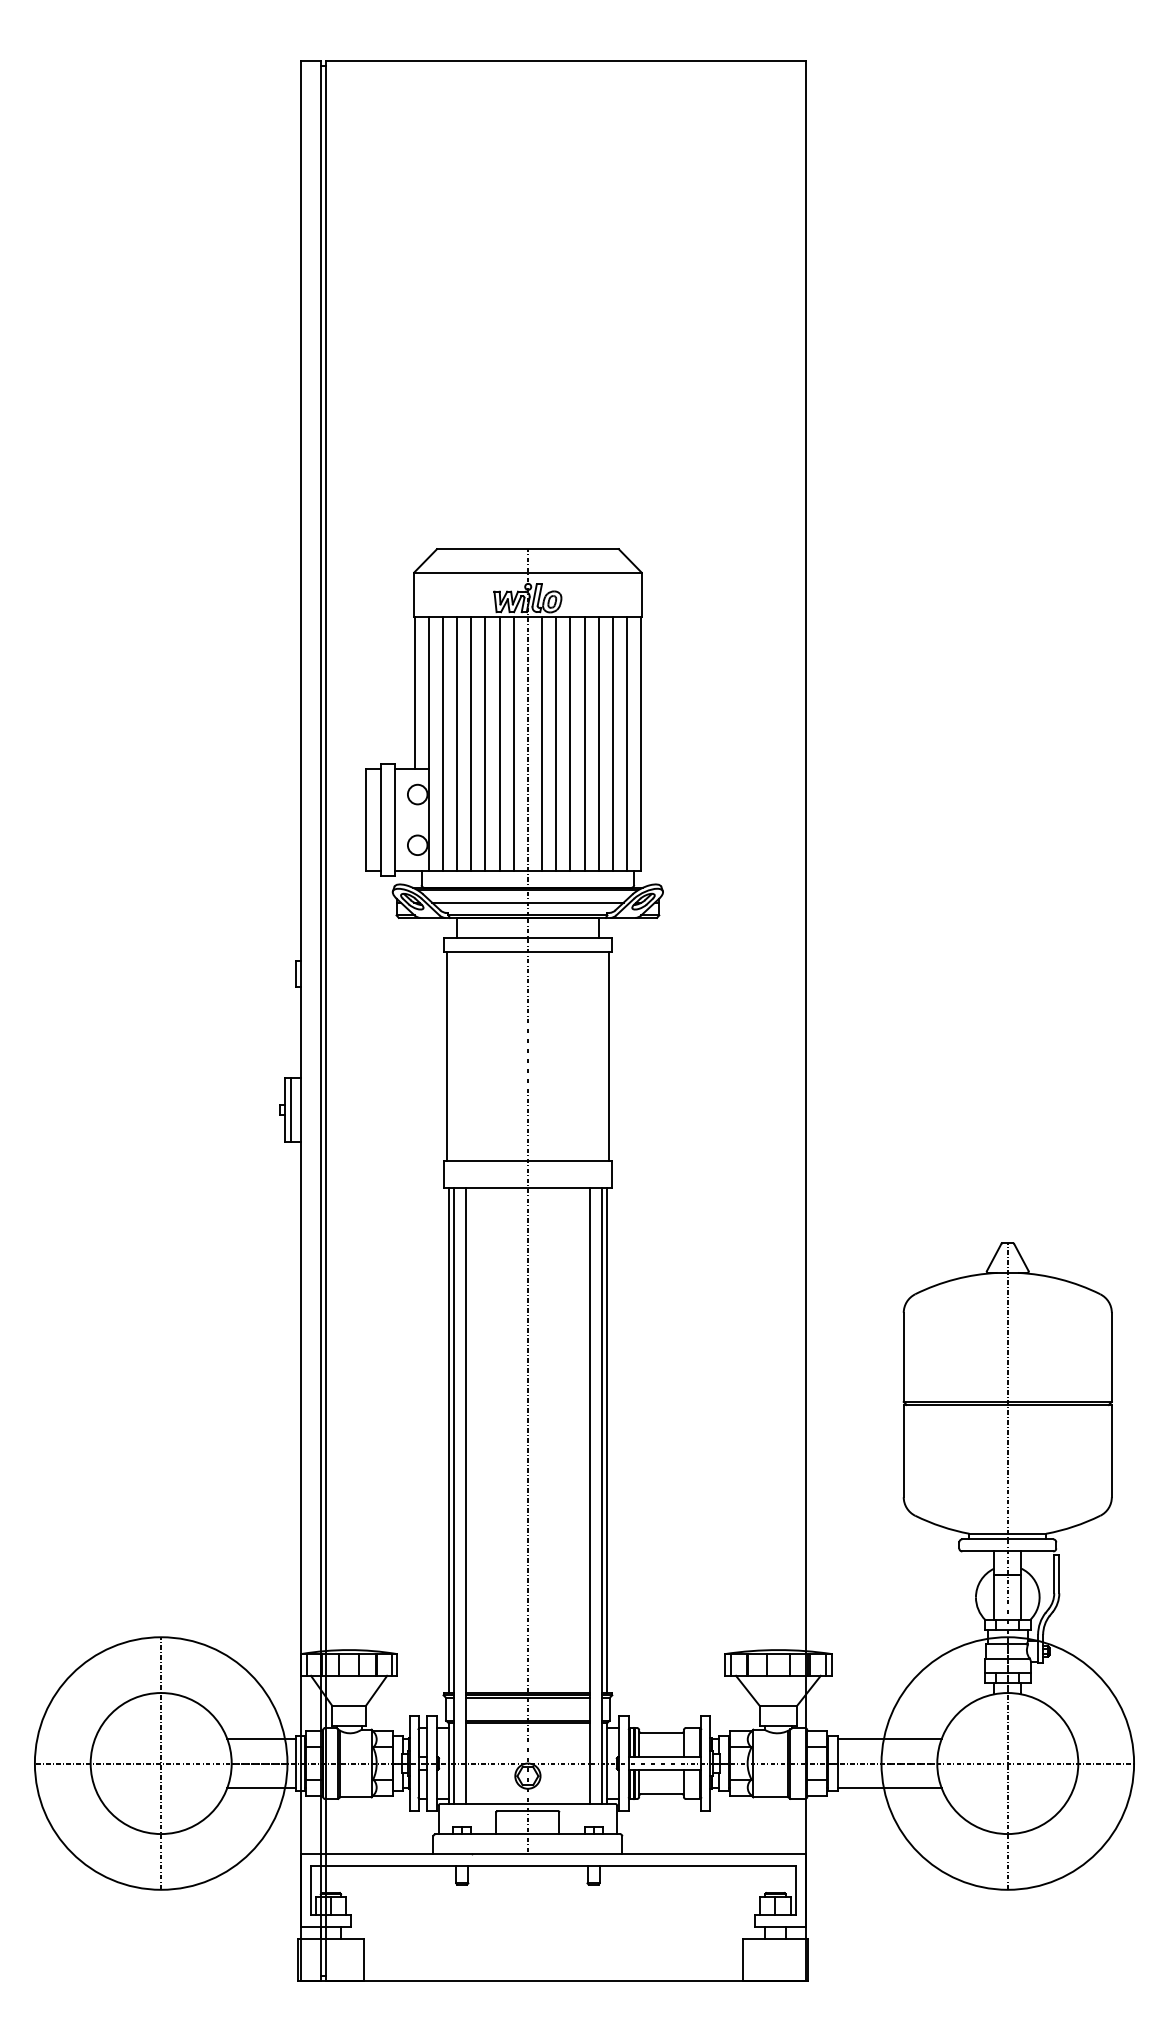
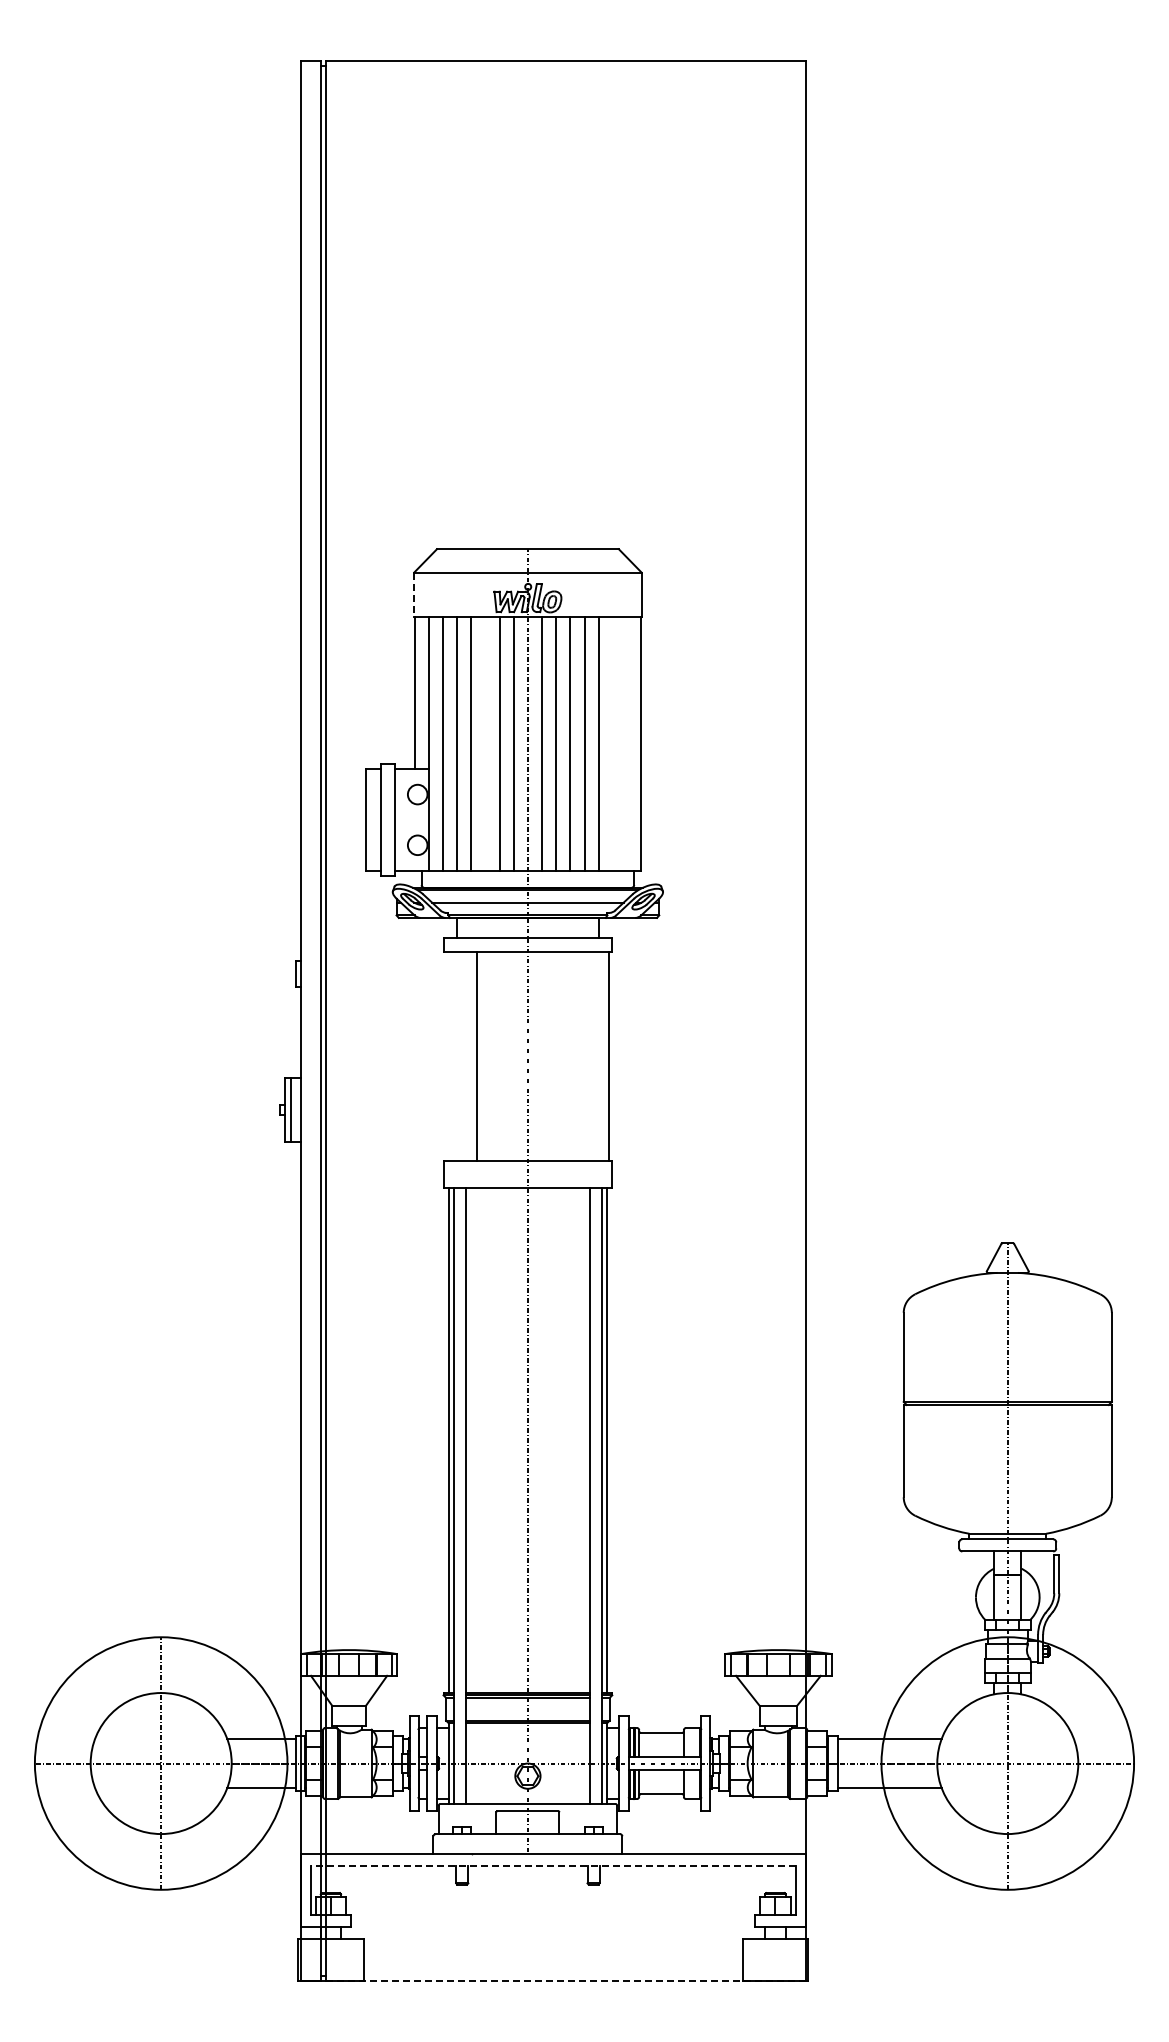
line at (414, 595): solid -> dashed
line at (485, 743): present -> none
line at (612, 743): present -> none
line at (626, 743): present -> none
line at (446, 1056) position: (446, 1056) -> (476, 1056)
line at (552, 1866): solid -> dashed
line at (565, 1980): solid -> dashed
